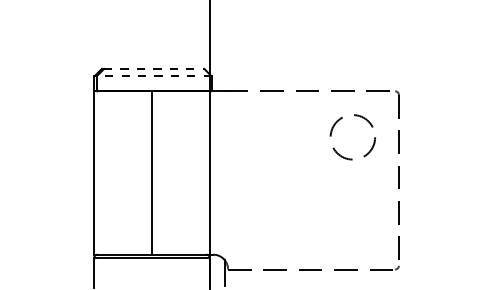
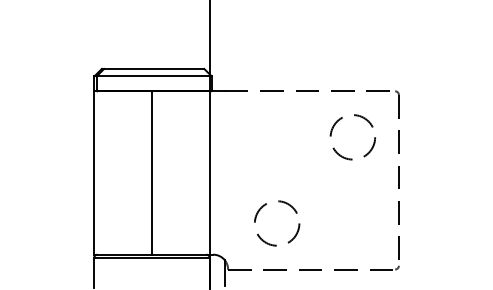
line at (154, 68): dashed -> solid
line at (154, 76): dashed -> solid
circle at (277, 223): none -> present
